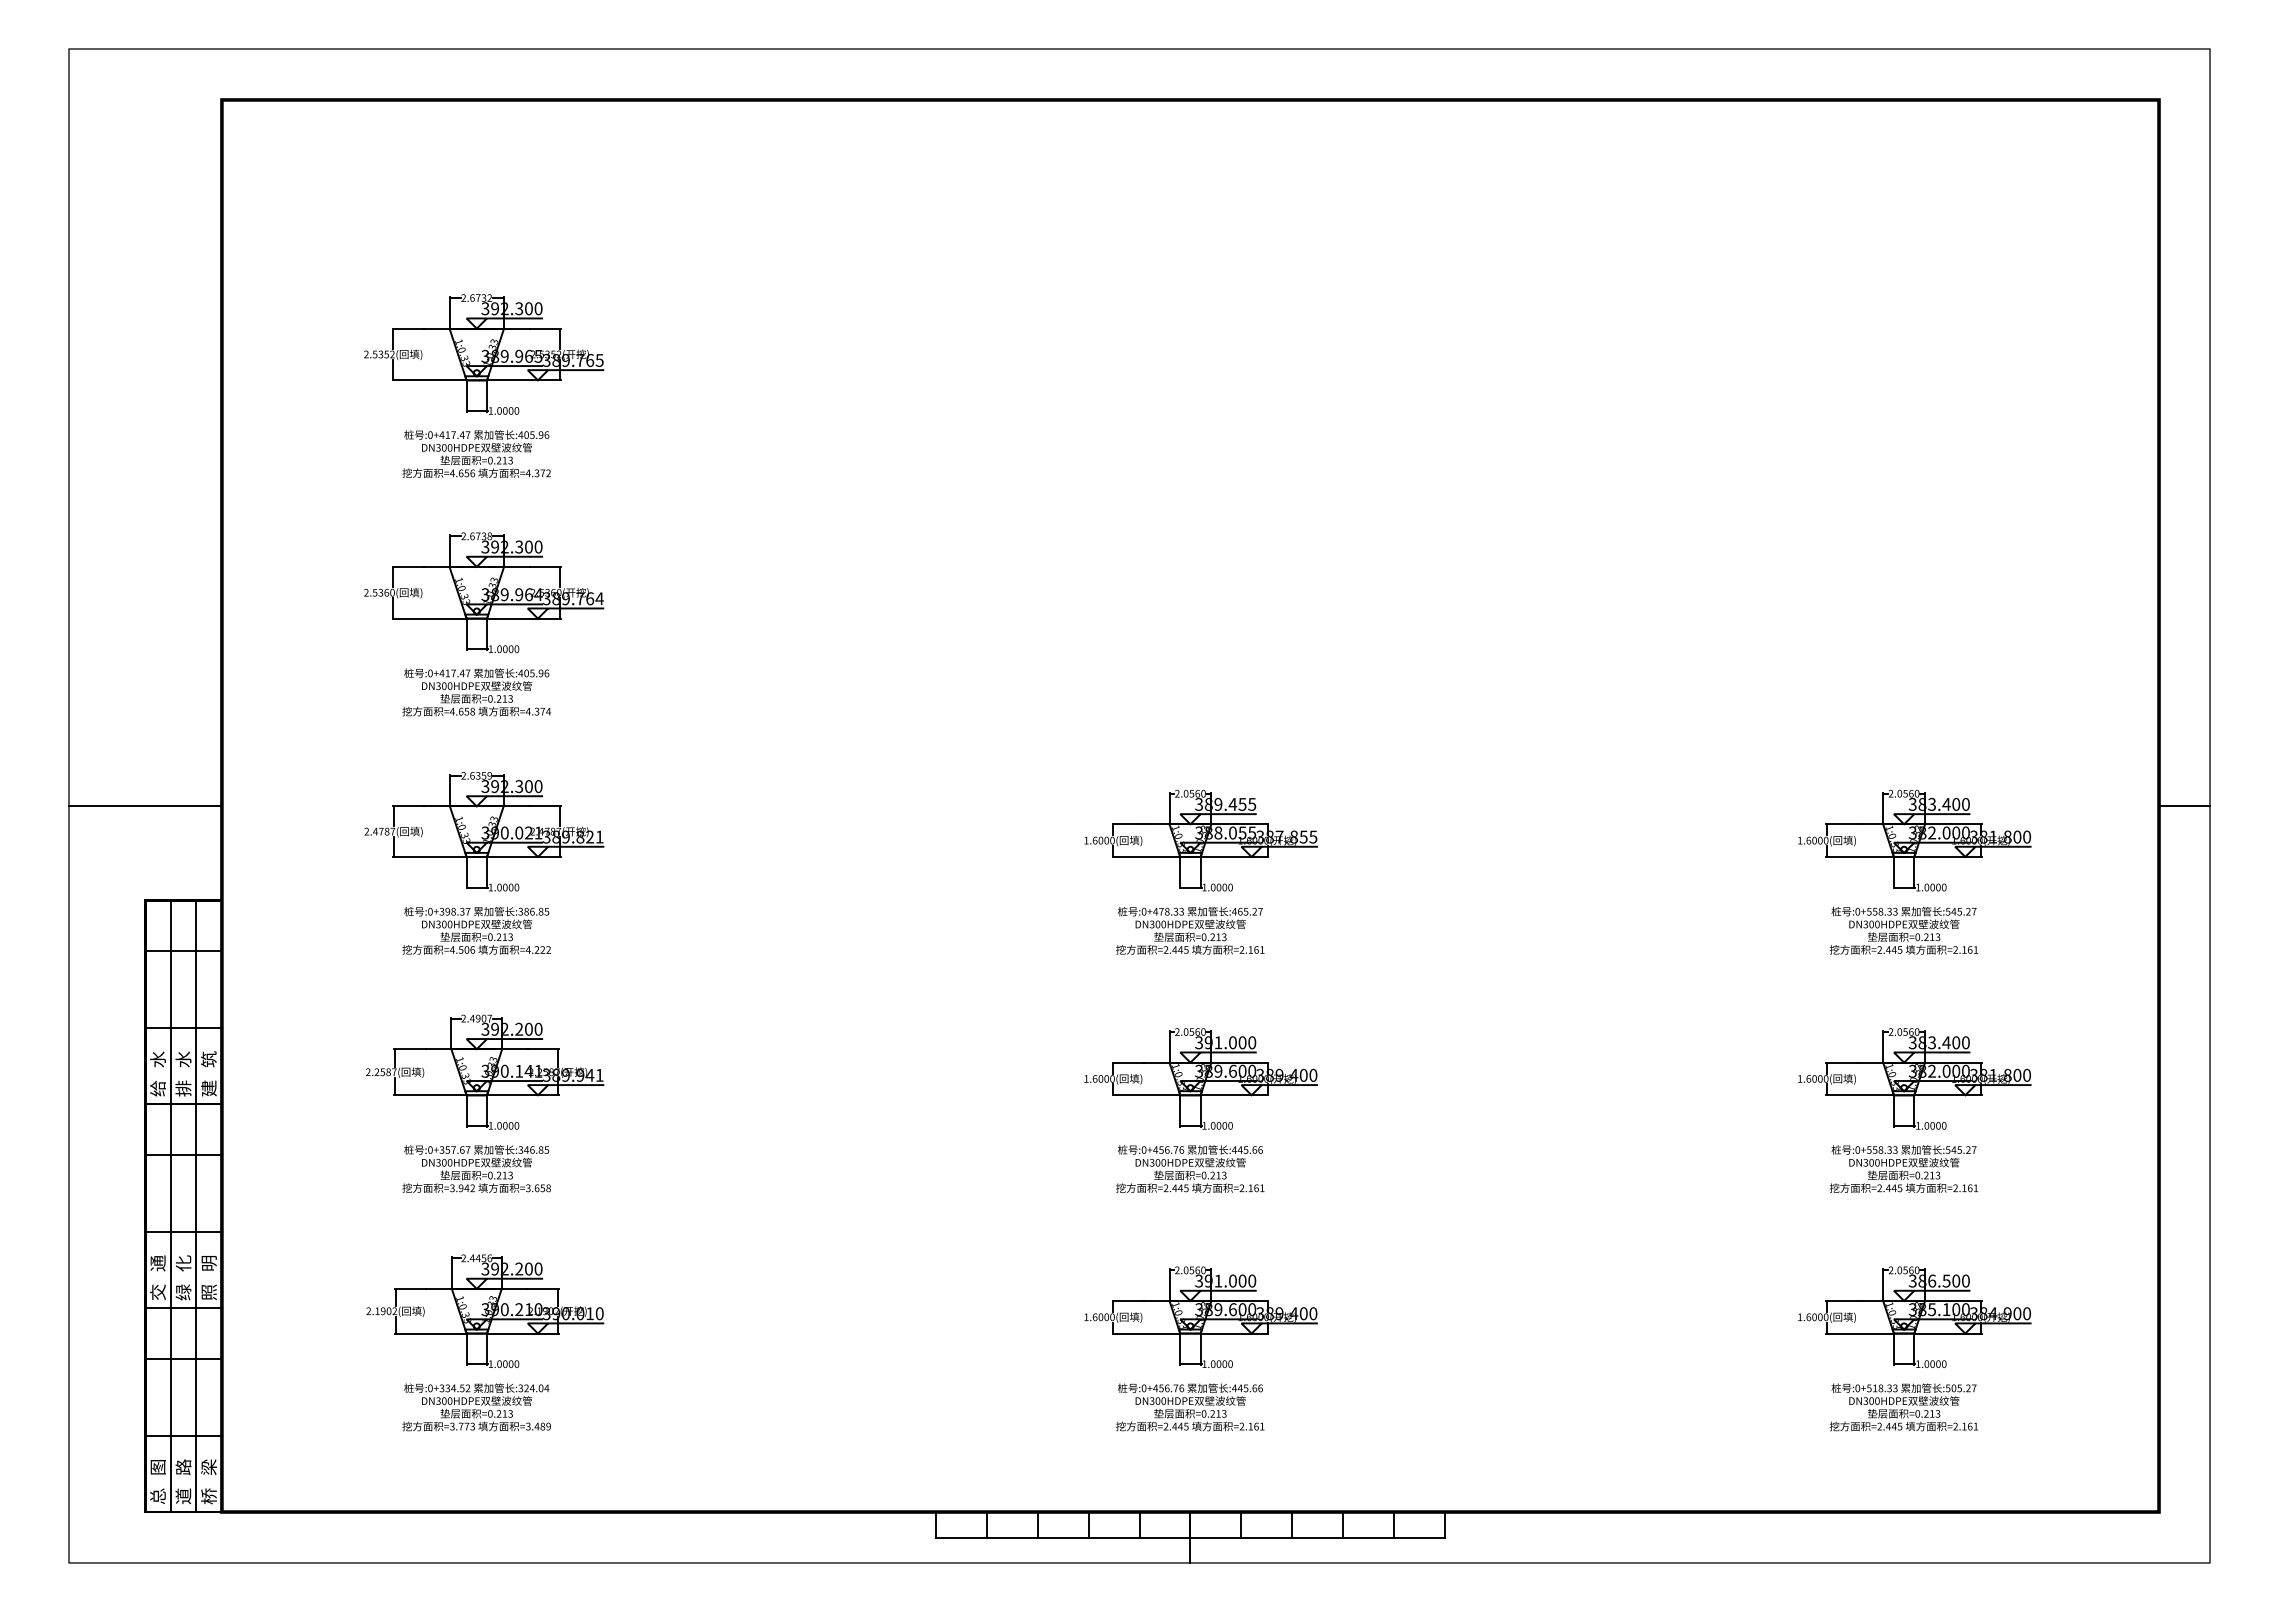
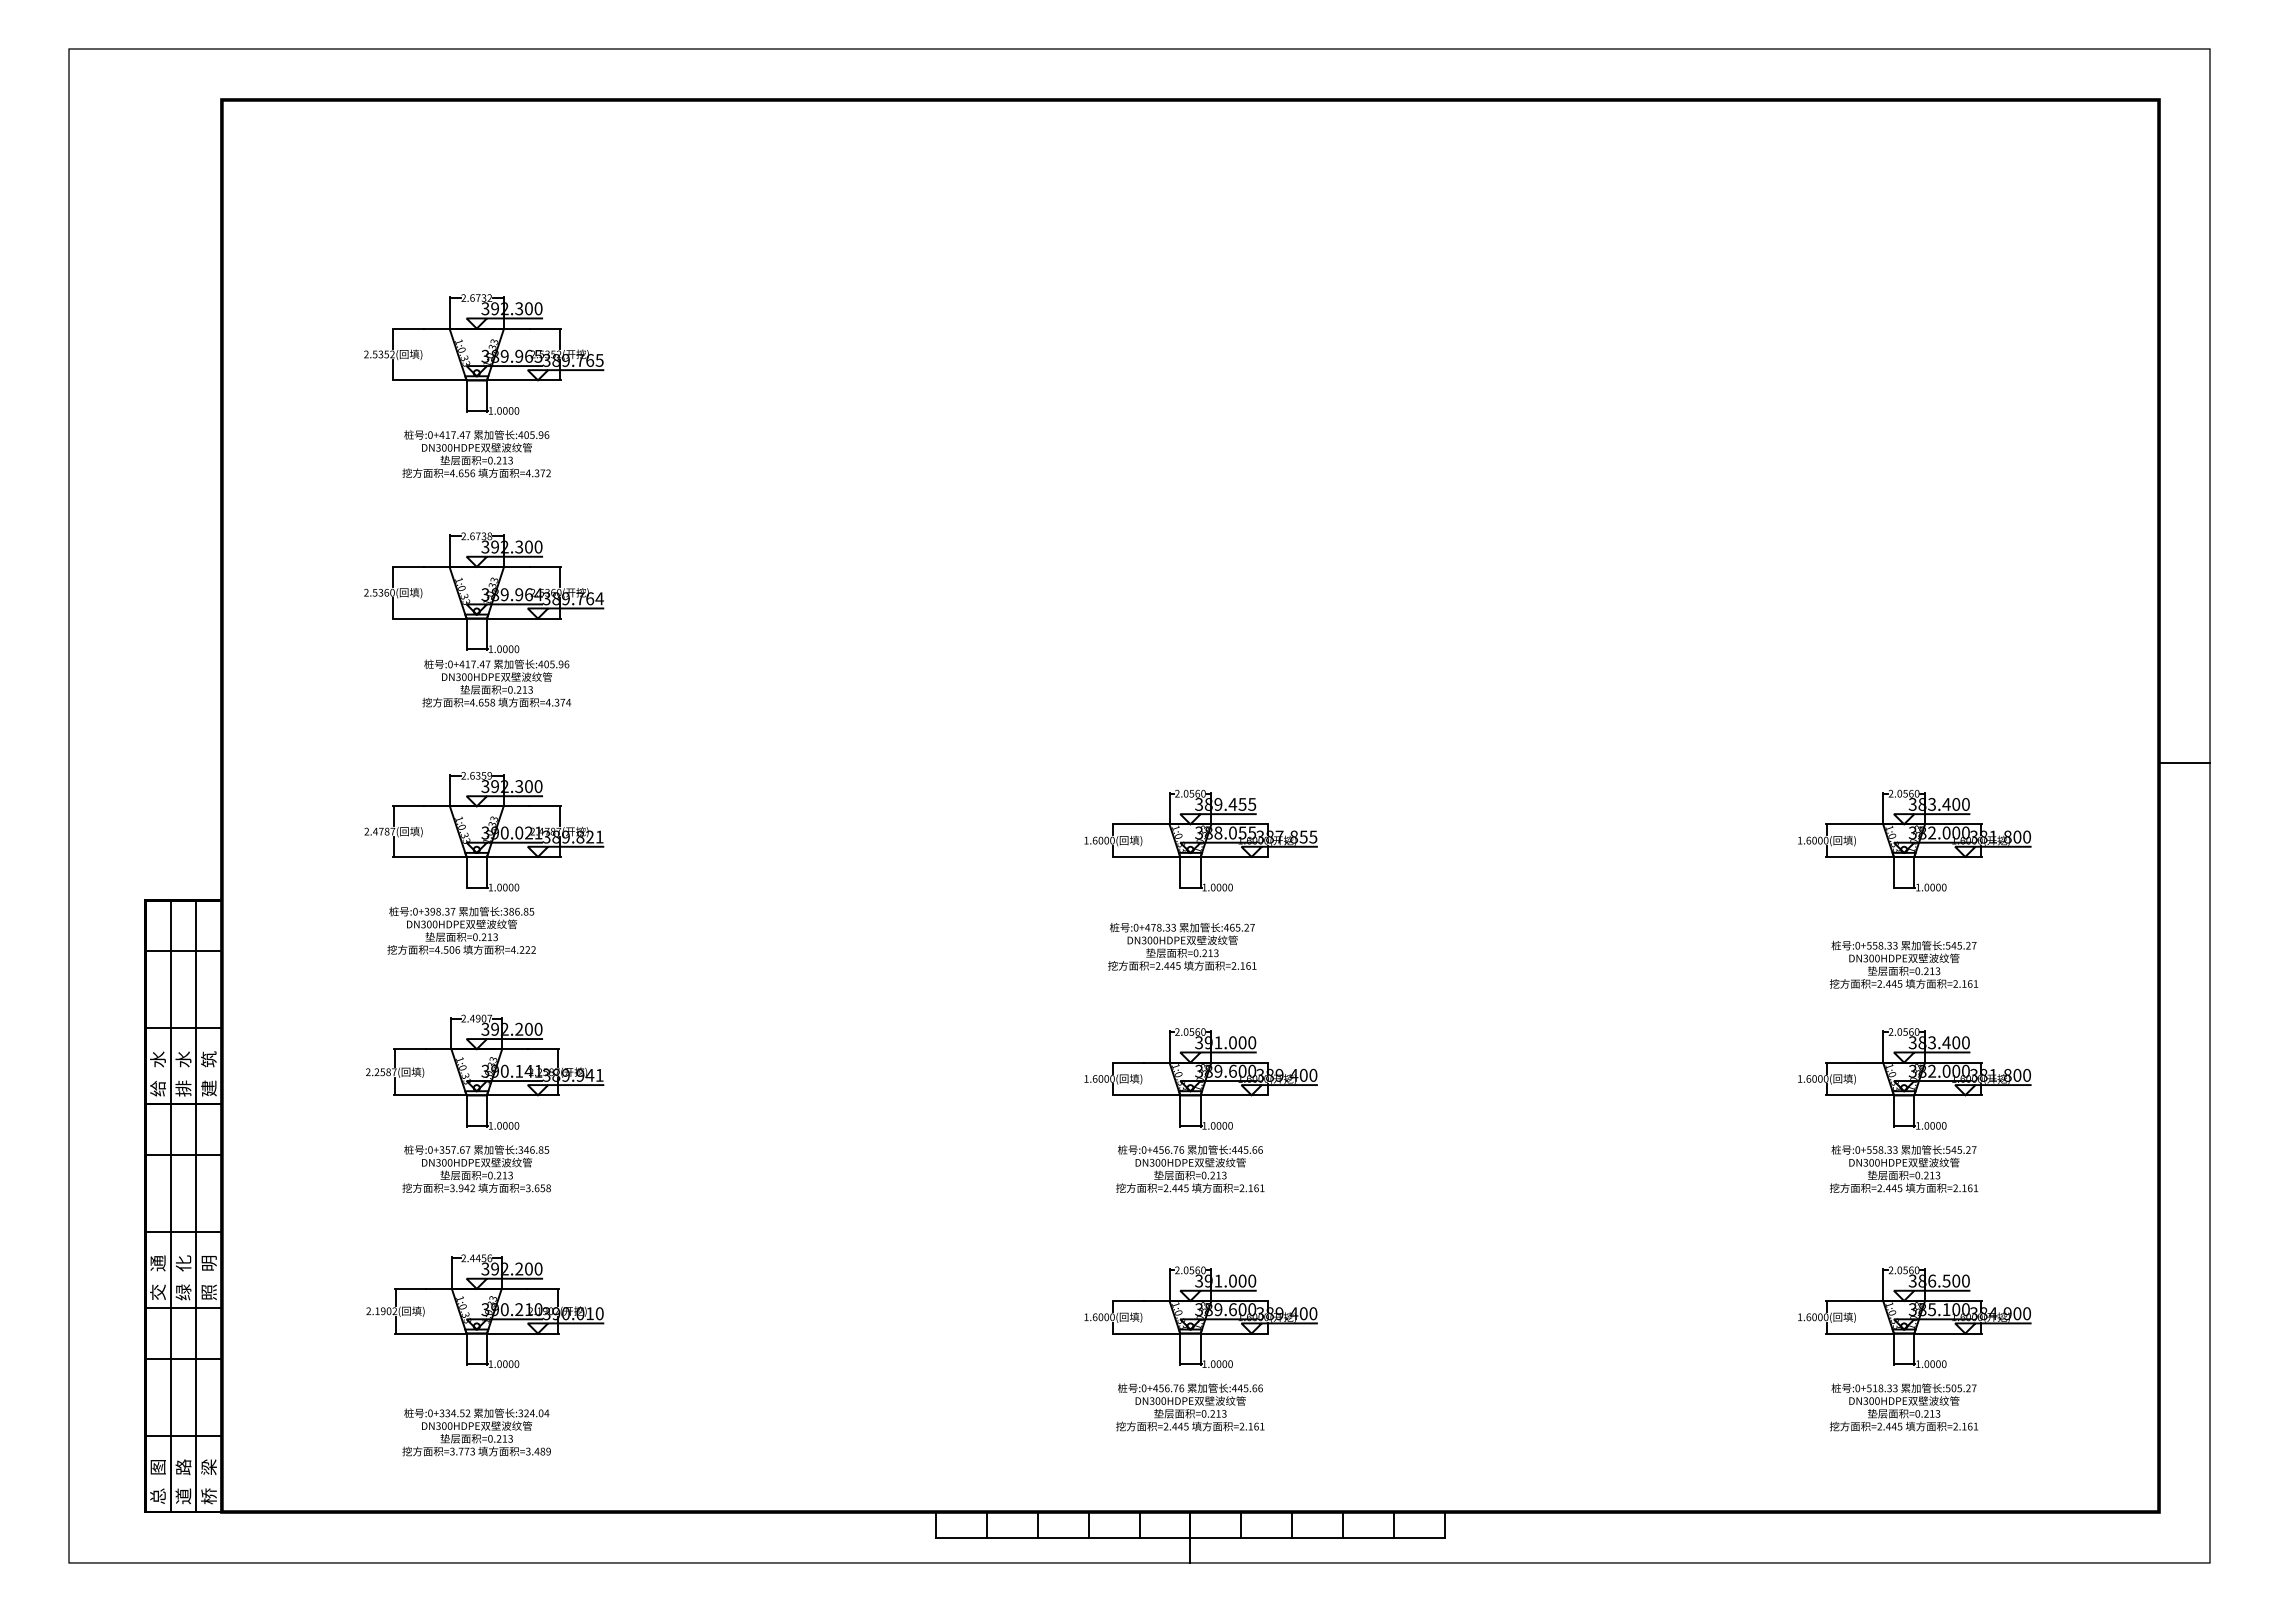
text at (476, 692) position: (476, 692) -> (496, 683)
line at (145, 805): present -> none
line at (2184, 805) position: (2184, 805) -> (2184, 762)
text at (476, 930) position: (476, 930) -> (461, 930)
text at (1190, 930) position: (1190, 930) -> (1182, 946)
text at (1903, 930) position: (1903, 930) -> (1903, 964)
text at (476, 1407) position: (476, 1407) -> (476, 1432)
